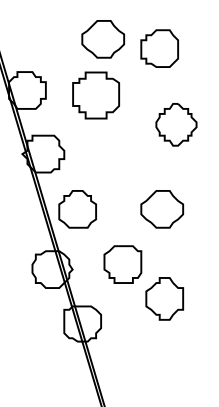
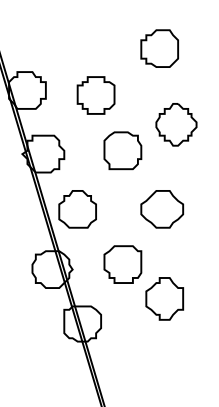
part at (103, 39): present -> none
part at (95, 95) size: 48x49 px -> 40x39 px
part at (122, 150): none -> present
